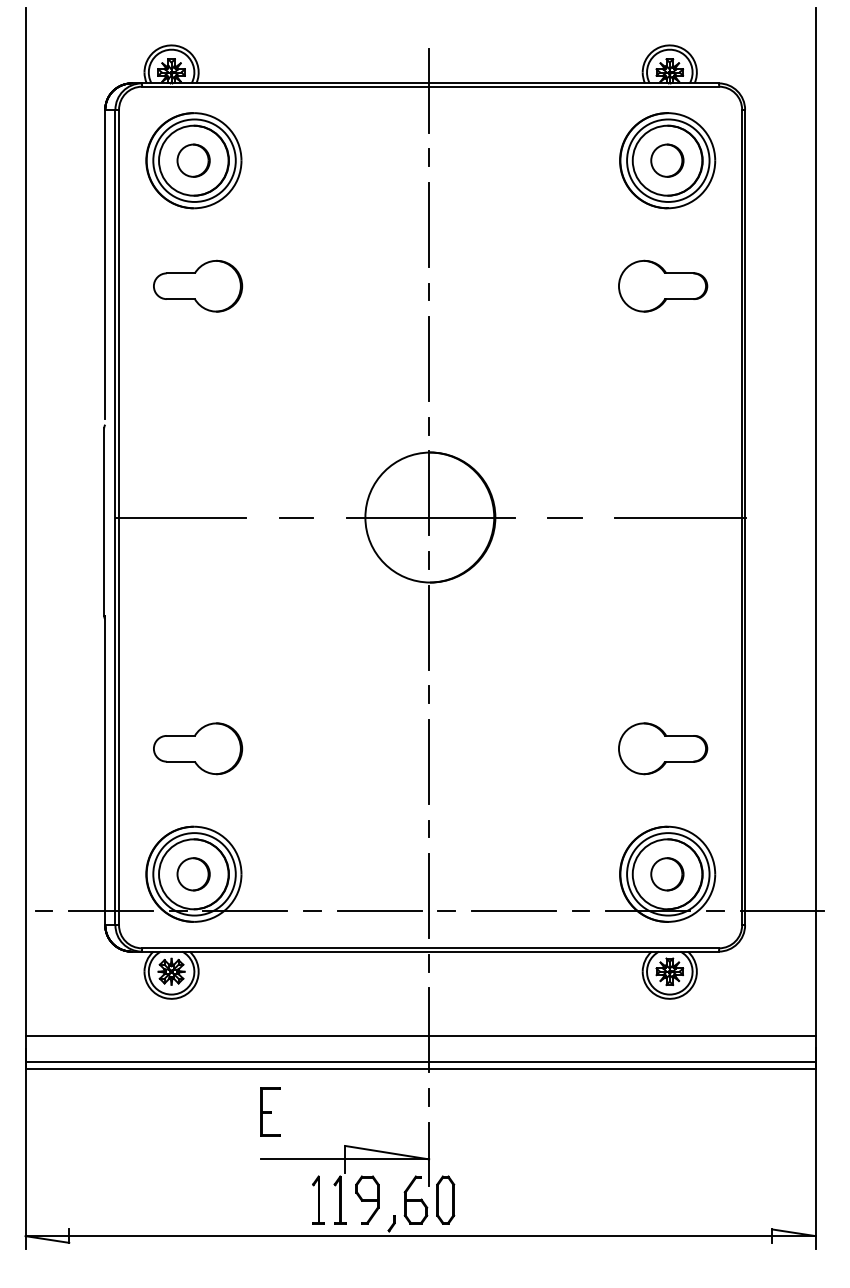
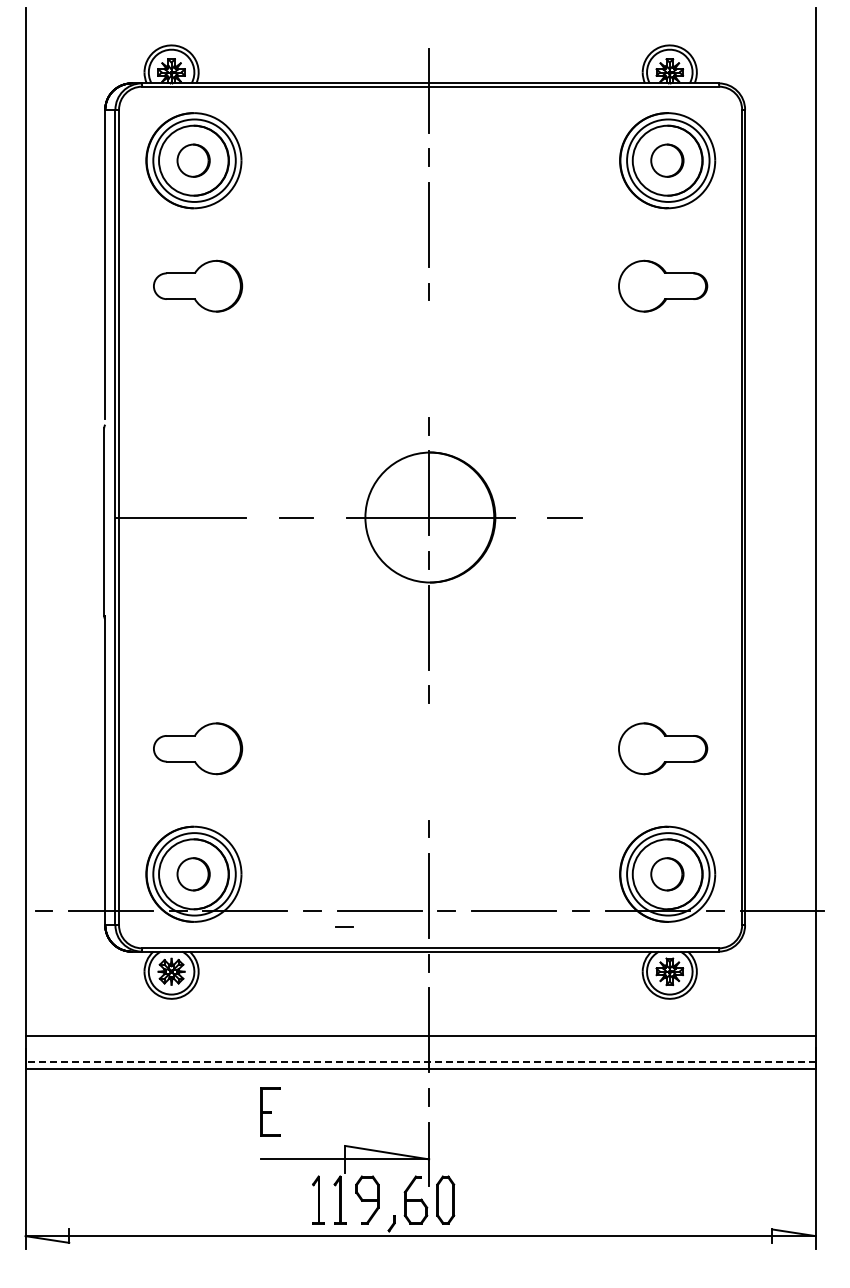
line at (428, 358): present -> none
line at (680, 517): present -> none
line at (429, 761): present -> none
line at (344, 926): none -> present
line at (420, 1062): solid -> dashed
